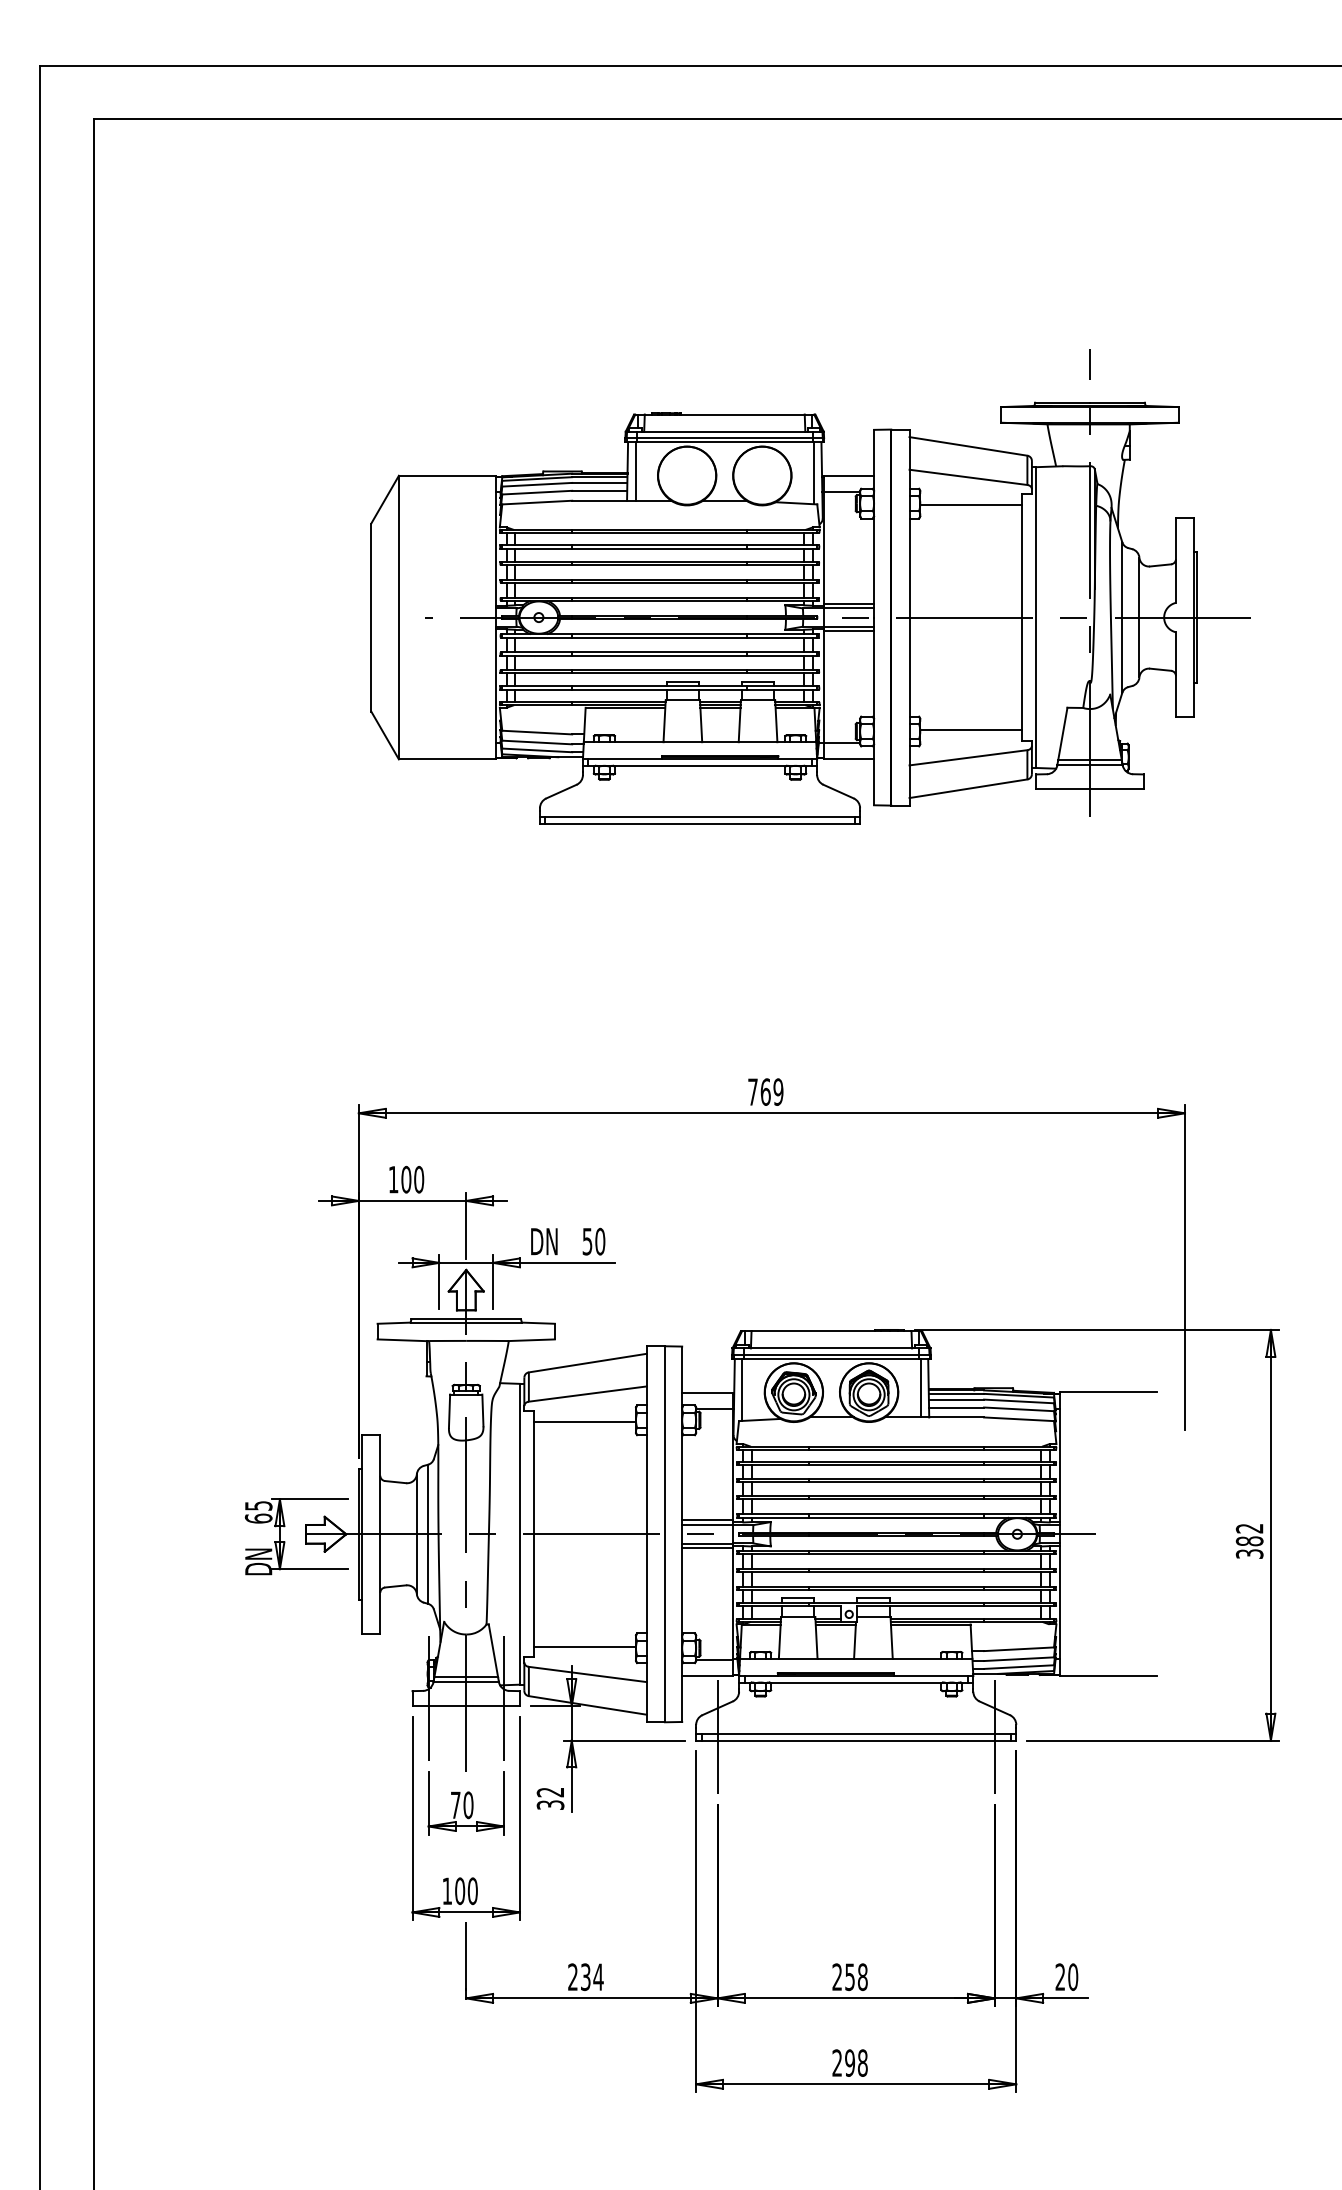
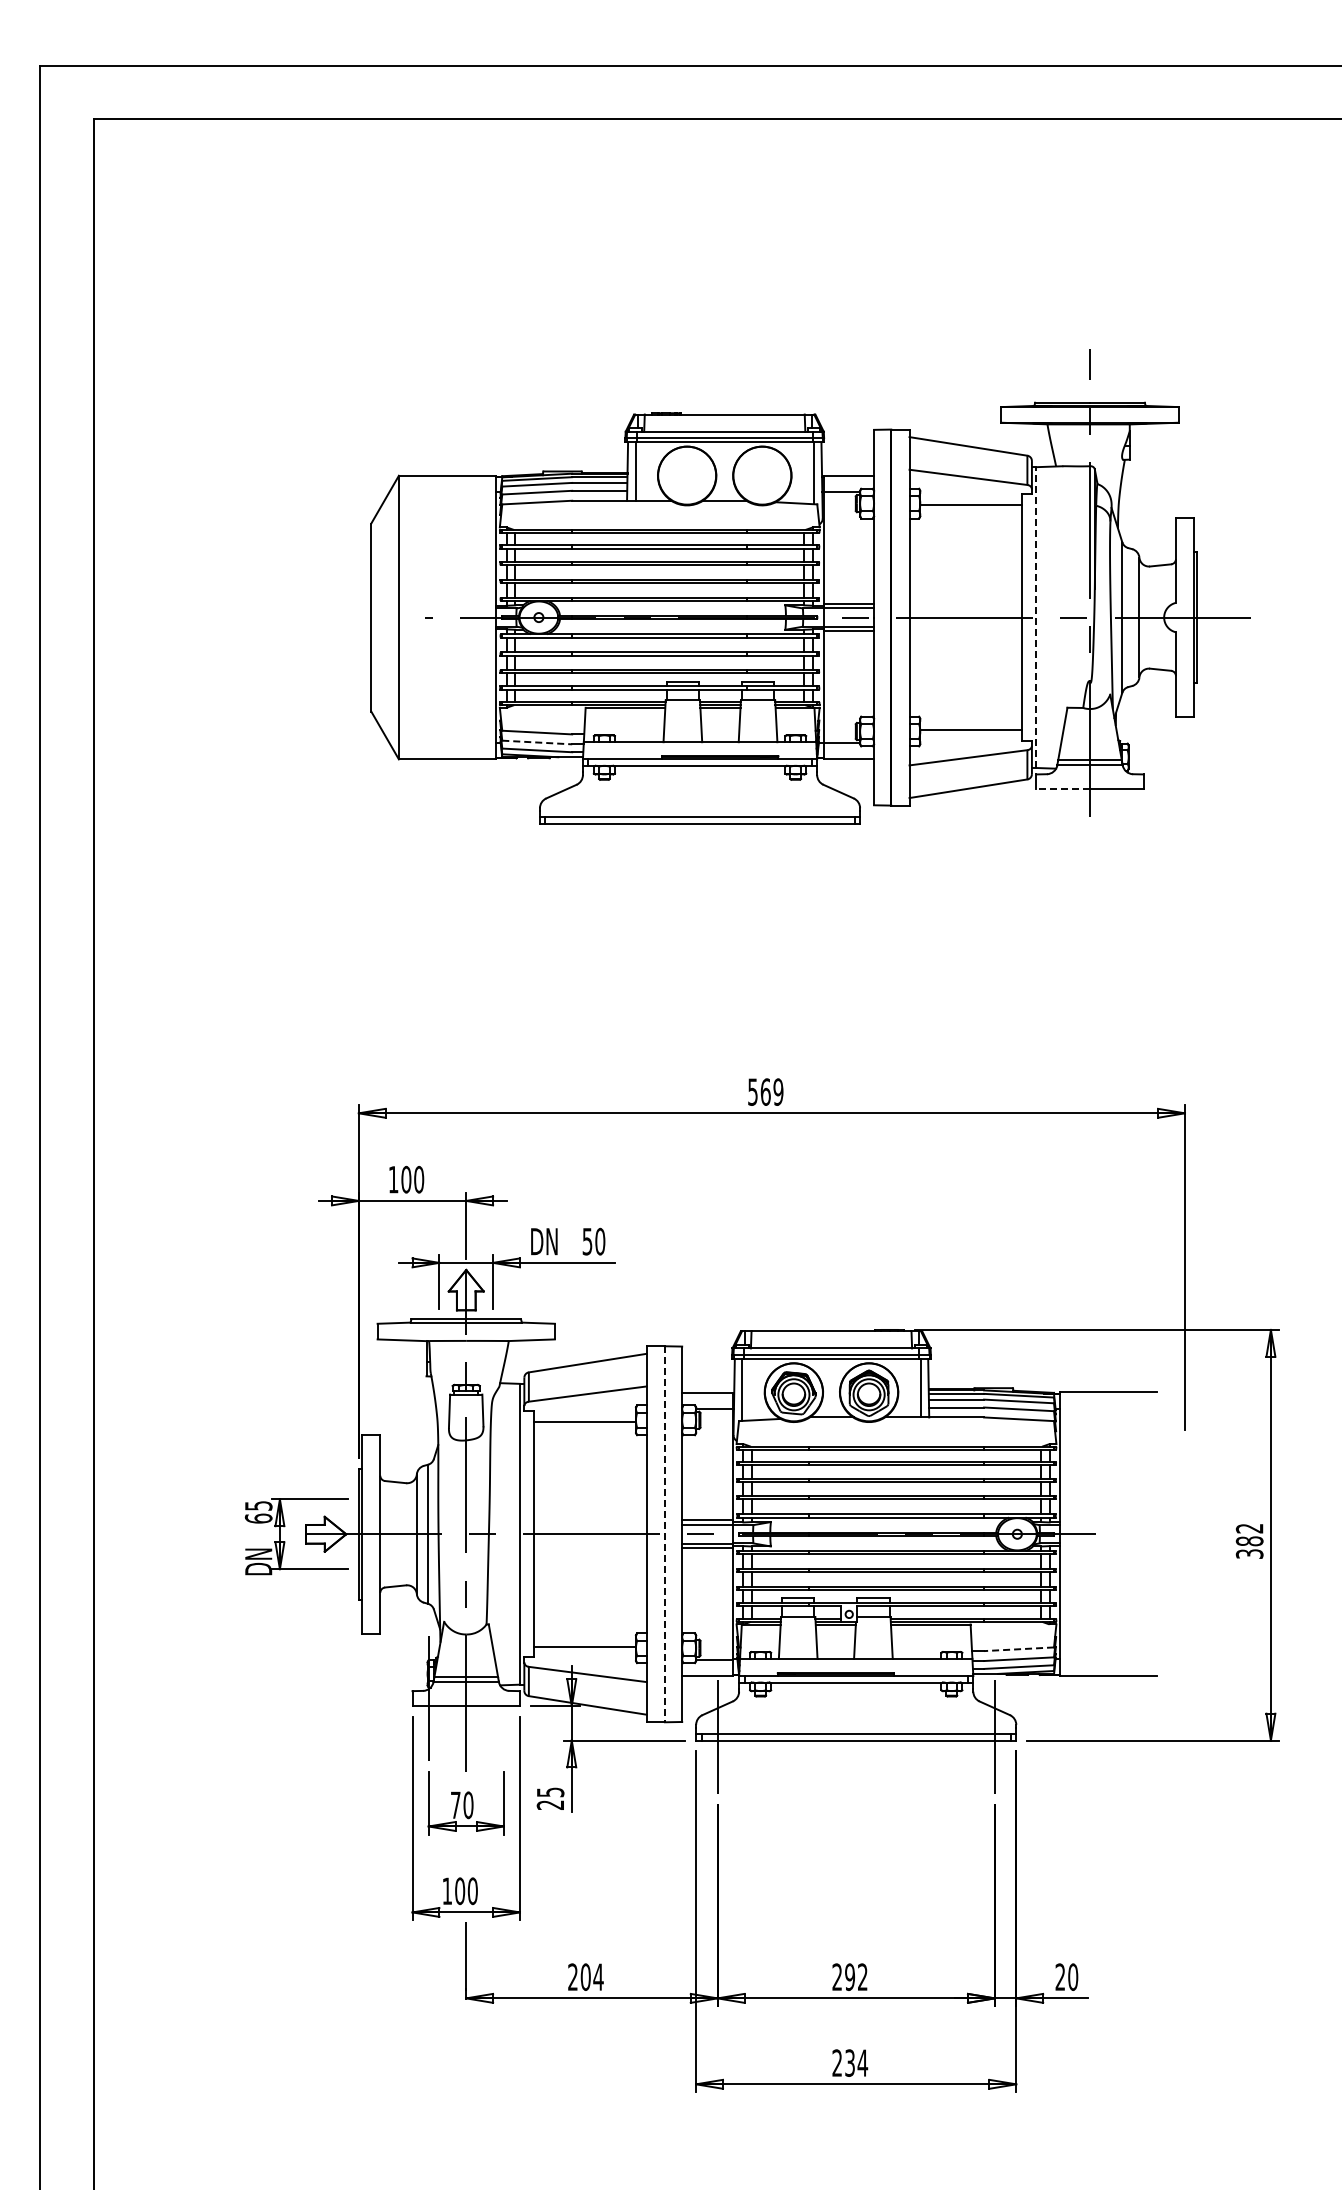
line at (1036, 617): solid -> dashed
line at (537, 742): solid -> dashed
line at (1063, 789): solid -> dashed
text at (752, 1091): 769 -> 569
line at (664, 1534): solid -> dashed
line at (1018, 1649): solid -> dashed
line at (503, 1698): present -> none
text at (550, 1798): 32 -> 25
text at (585, 1977): 234 -> 204
text at (856, 1977): 258 -> 292
text at (856, 2062): 298 -> 234
